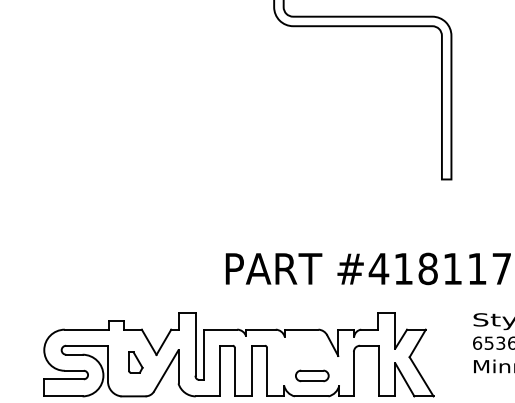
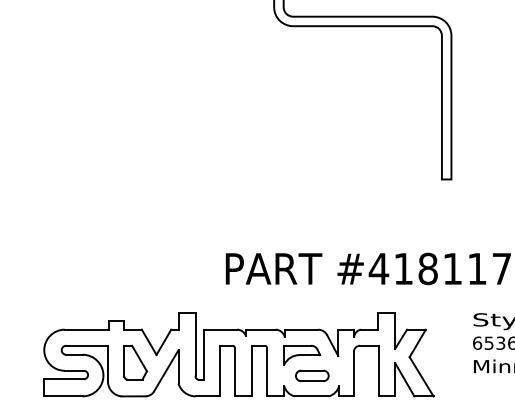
part at (302, 354): none -> present
part at (135, 362) size: 16x23 px -> 26x37 px
